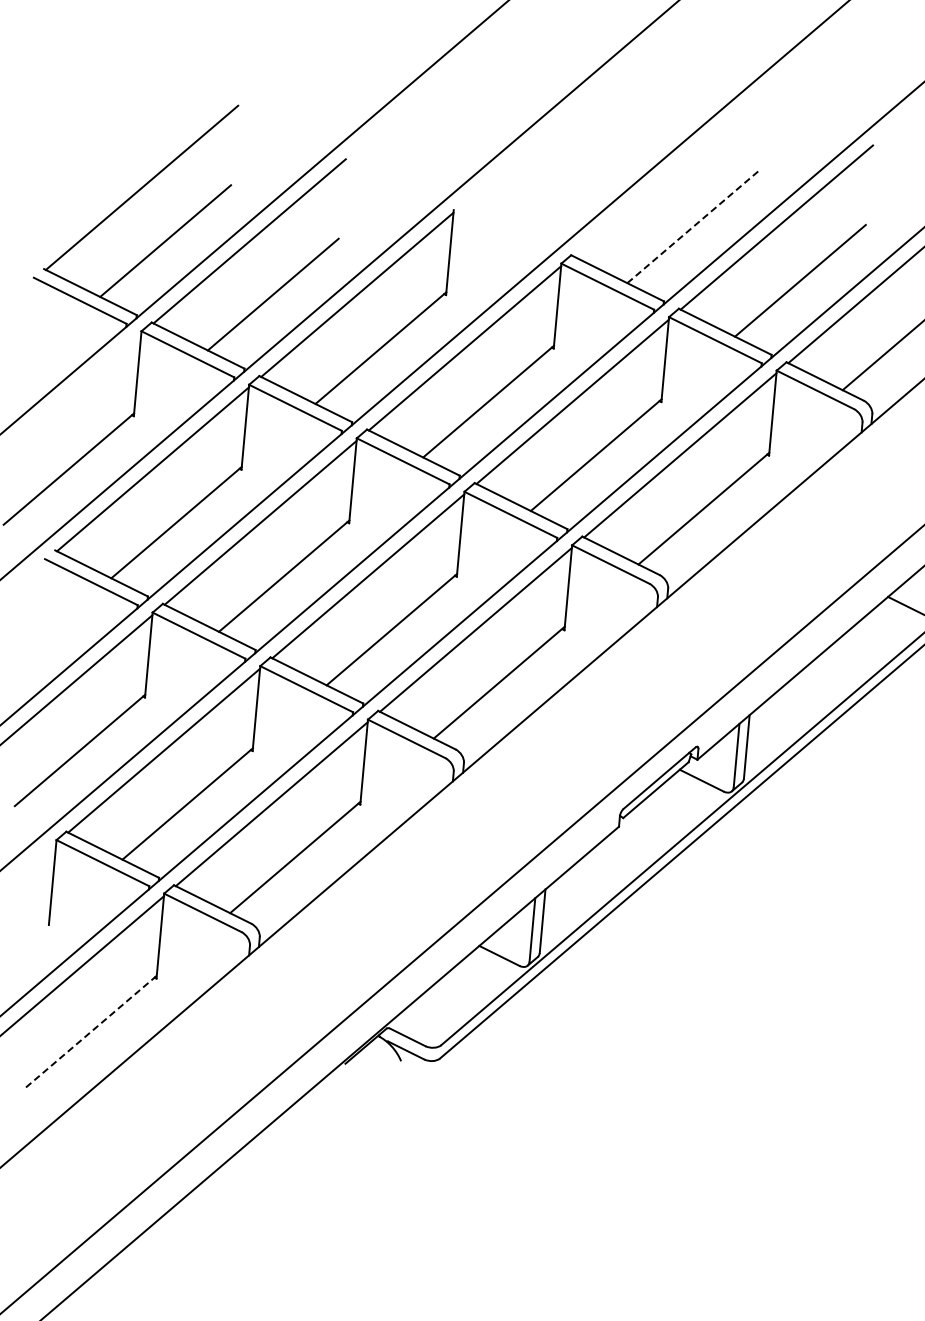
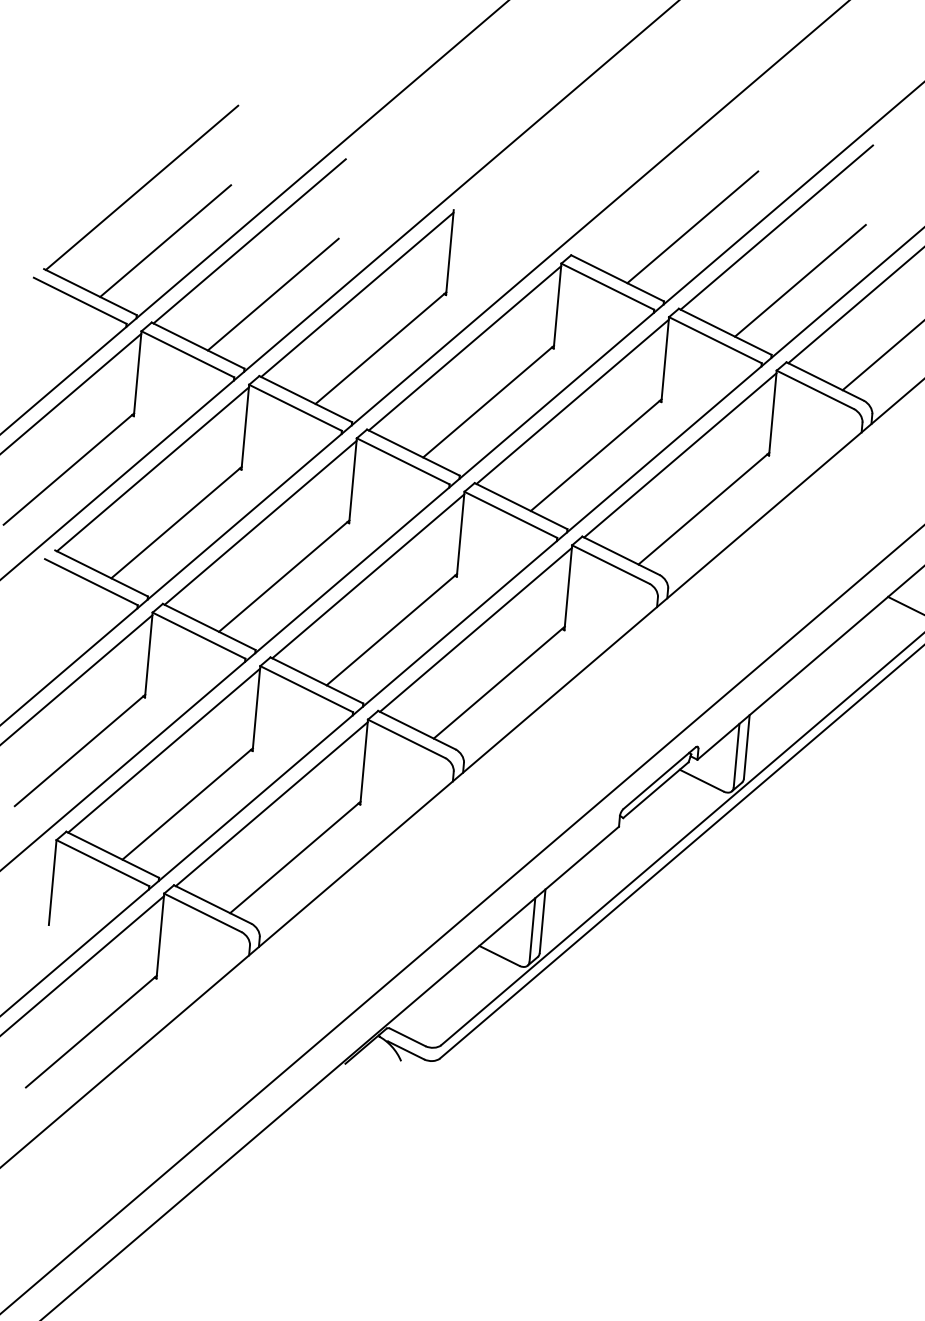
line at (692, 227): dashed -> solid
line at (71, 392): none -> present
line at (91, 1031): dashed -> solid
